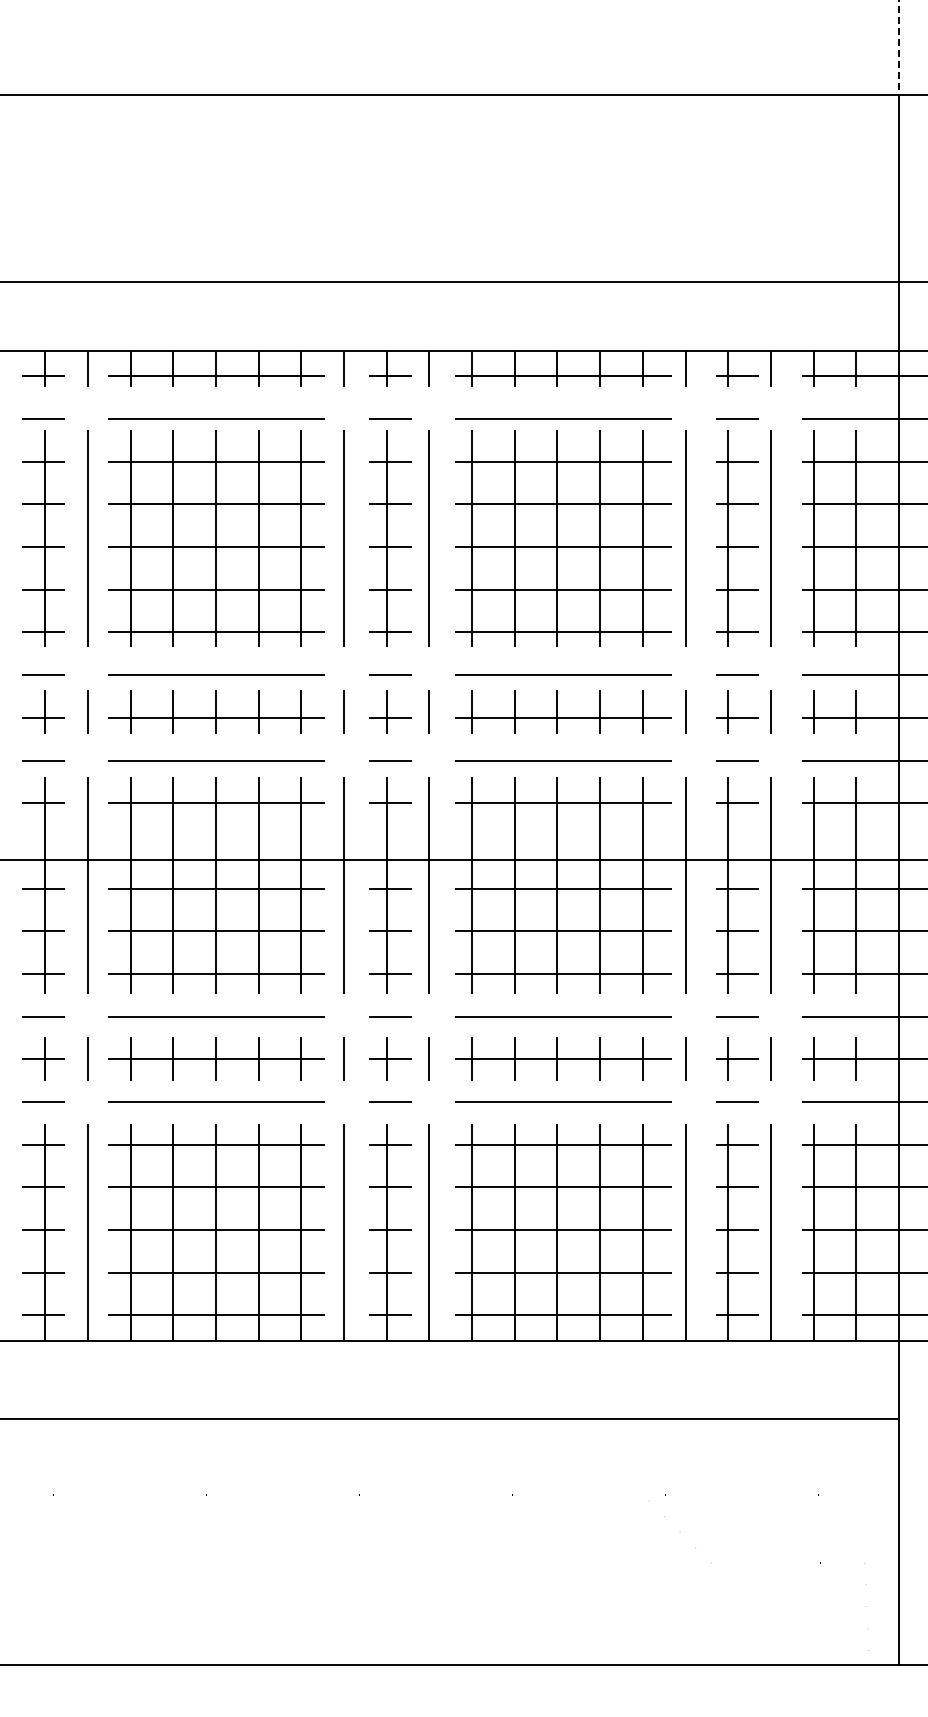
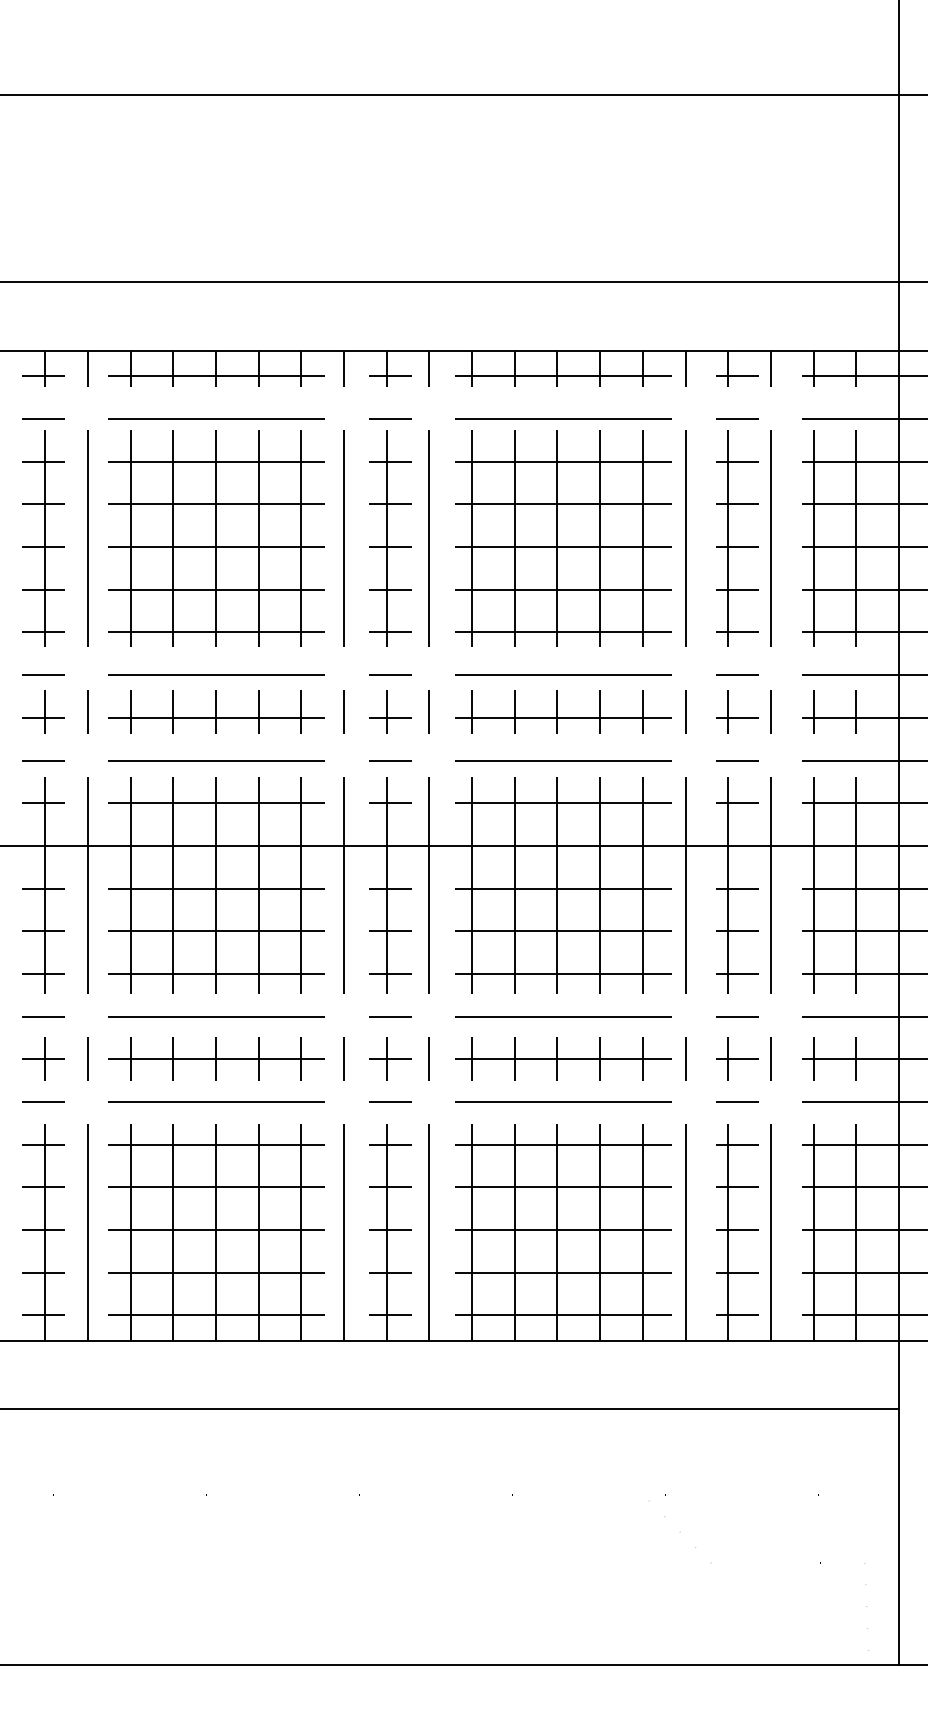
line at (898, 47): dashed -> solid
line at (463, 859) position: (463, 859) -> (463, 845)
line at (450, 1419) position: (450, 1419) -> (450, 1409)
